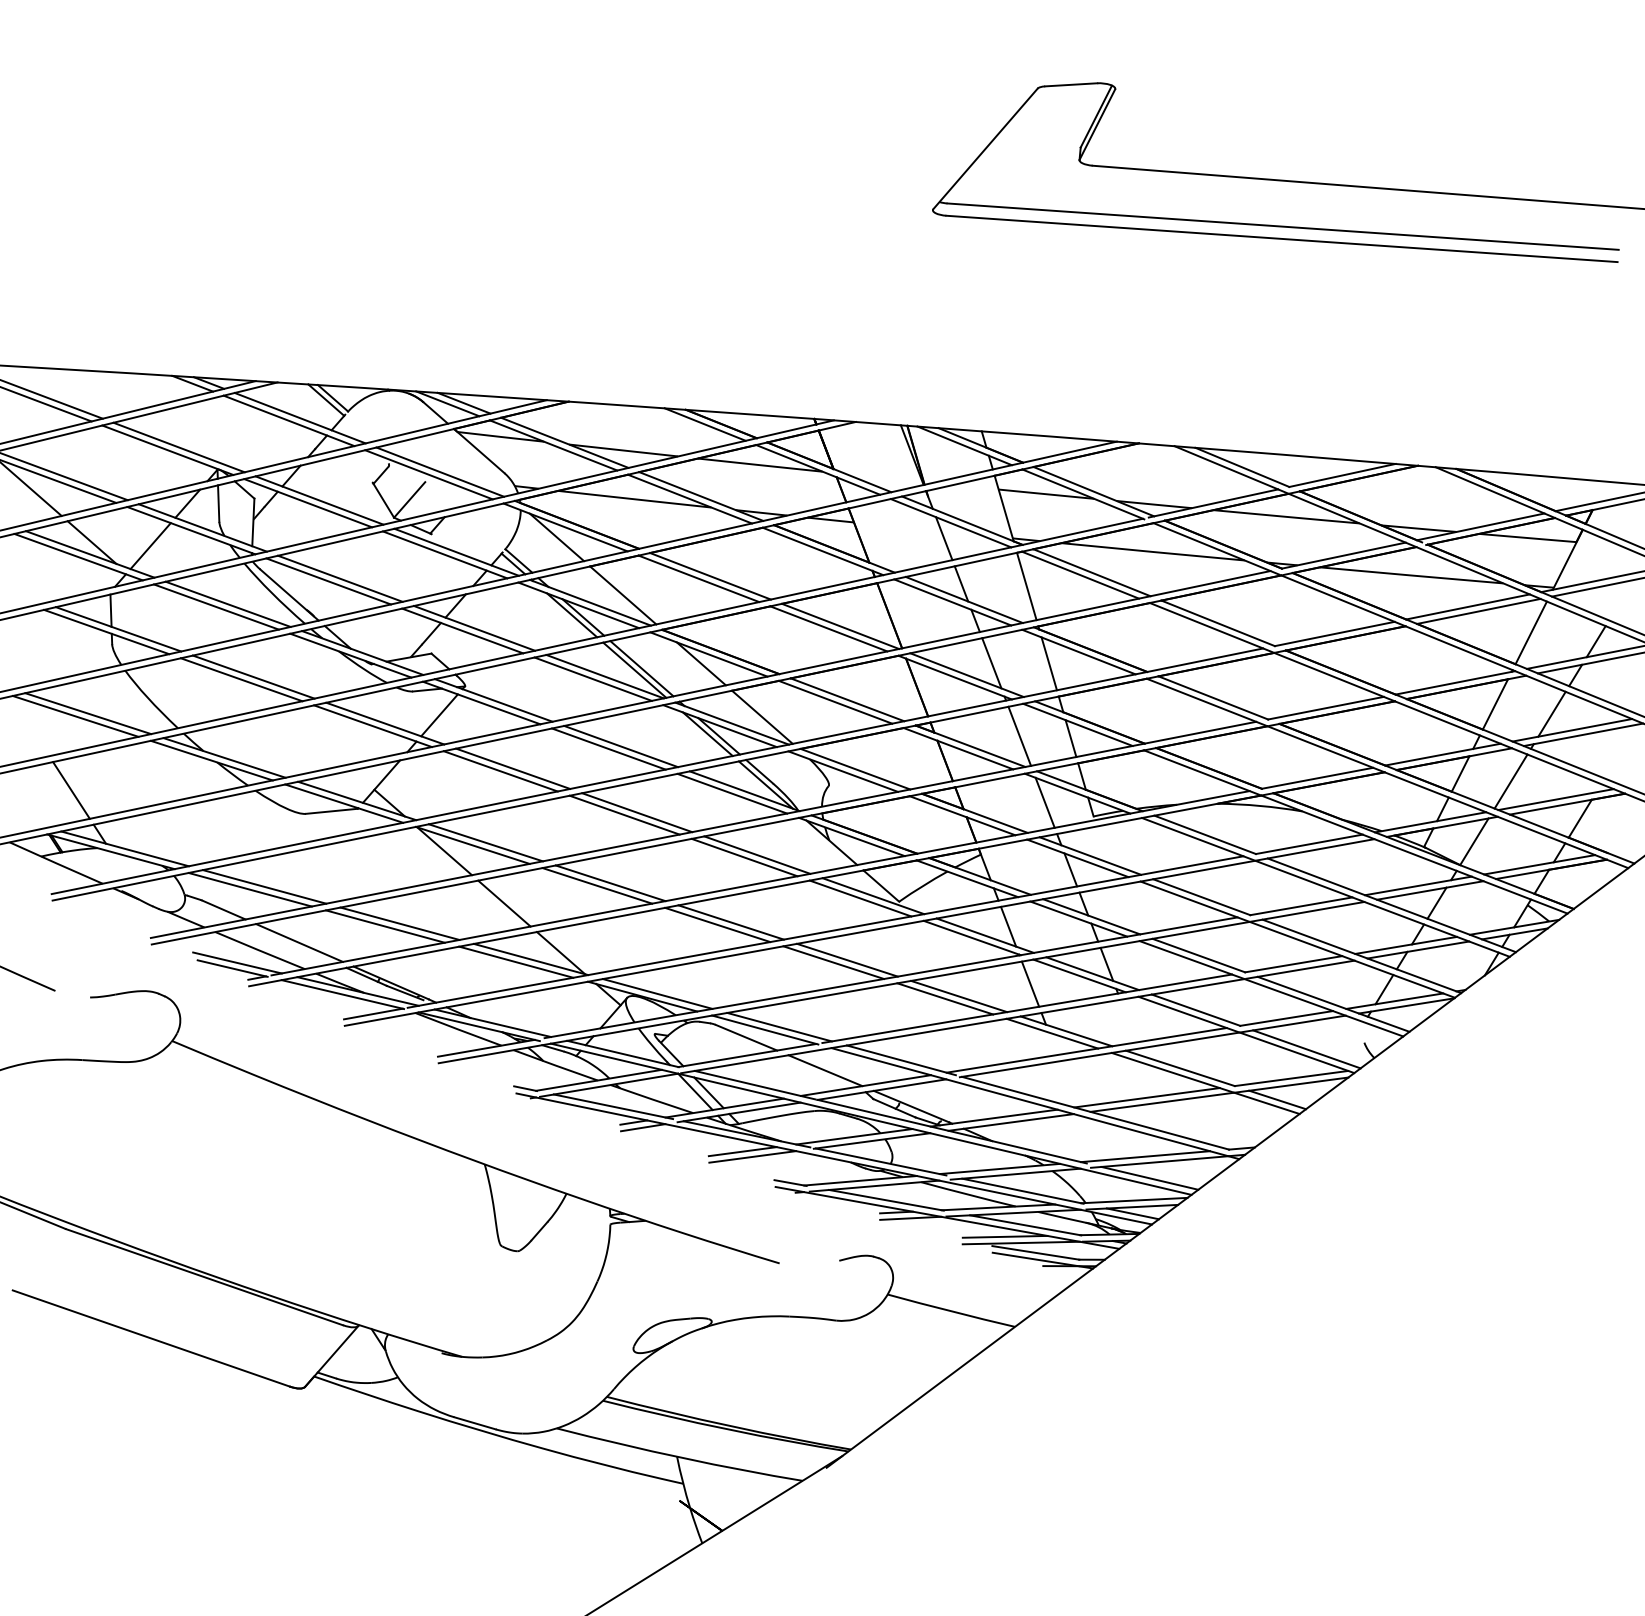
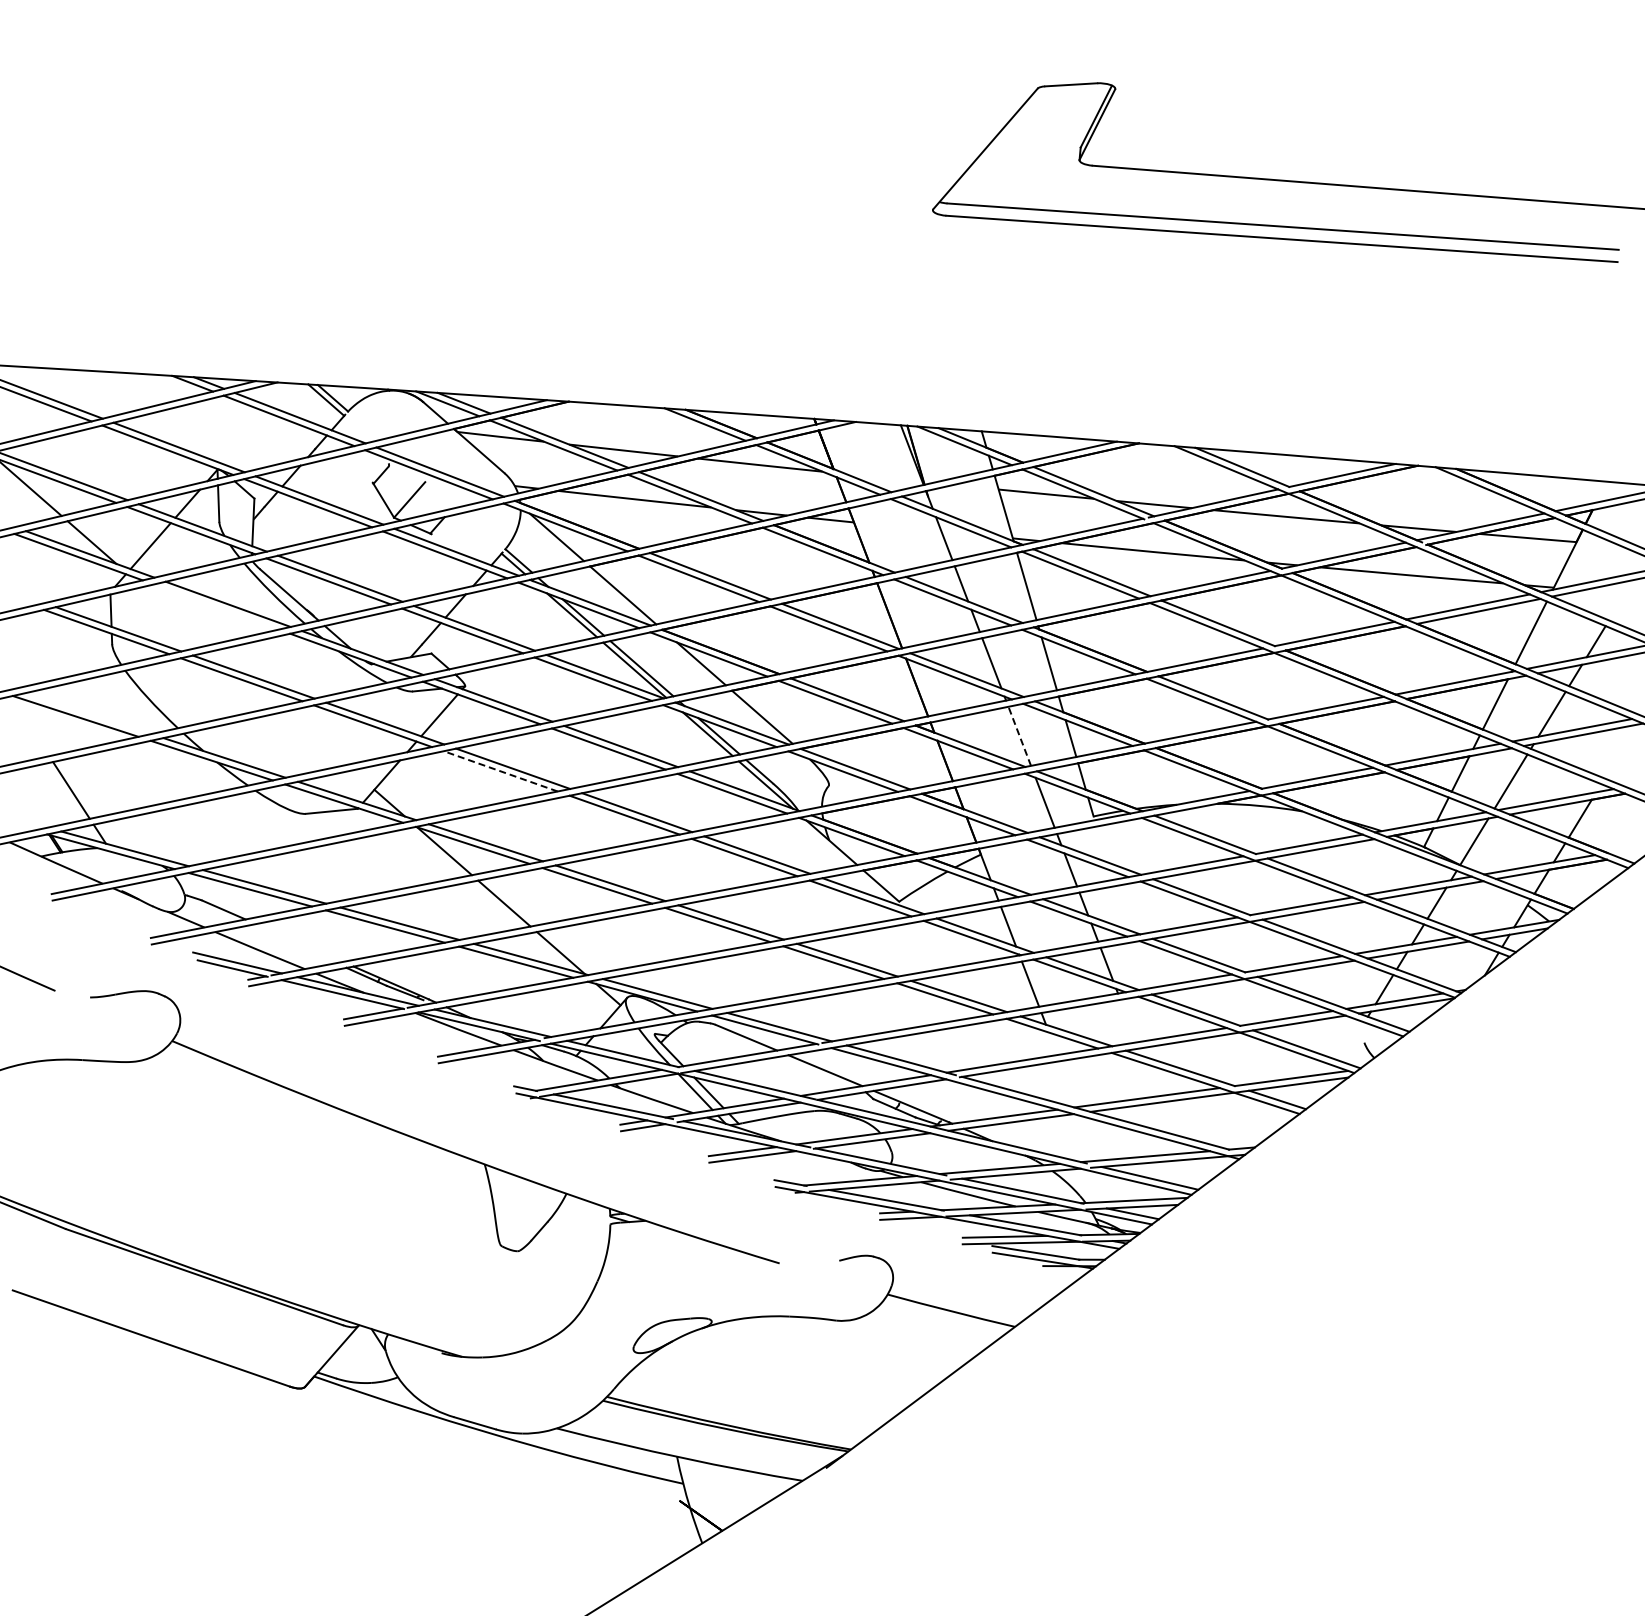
line at (216, 606): present -> none
line at (88, 713): present -> none
line at (1019, 736): solid -> dashed
line at (500, 771): solid -> dashed
line at (299, 942): present -> none
